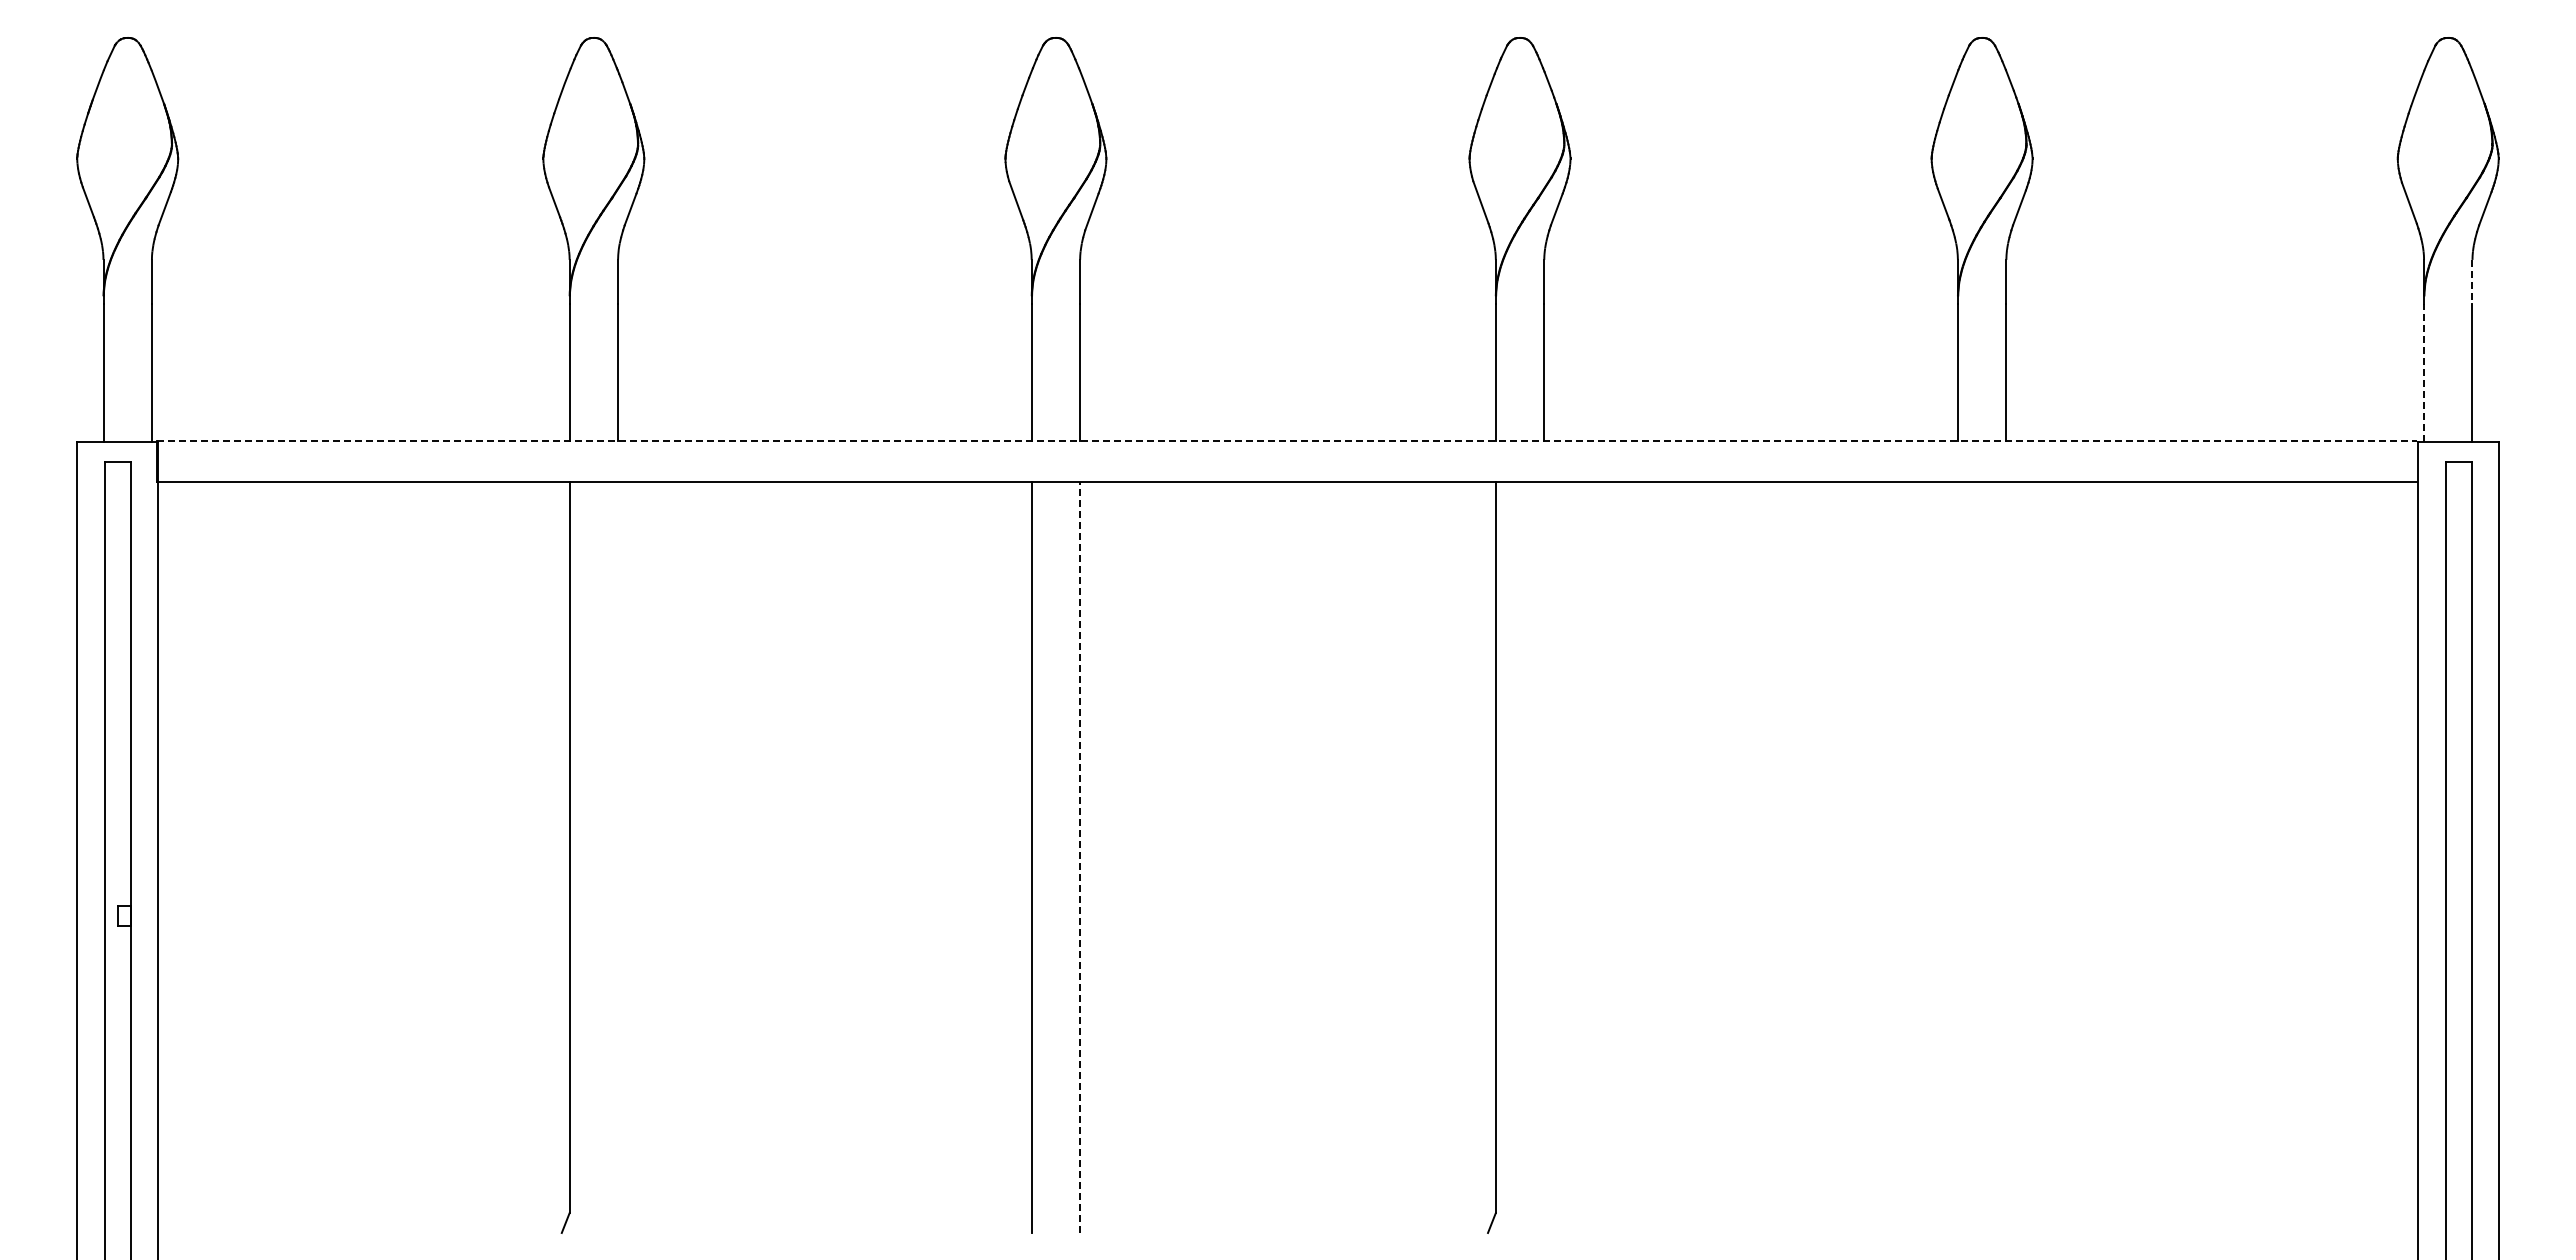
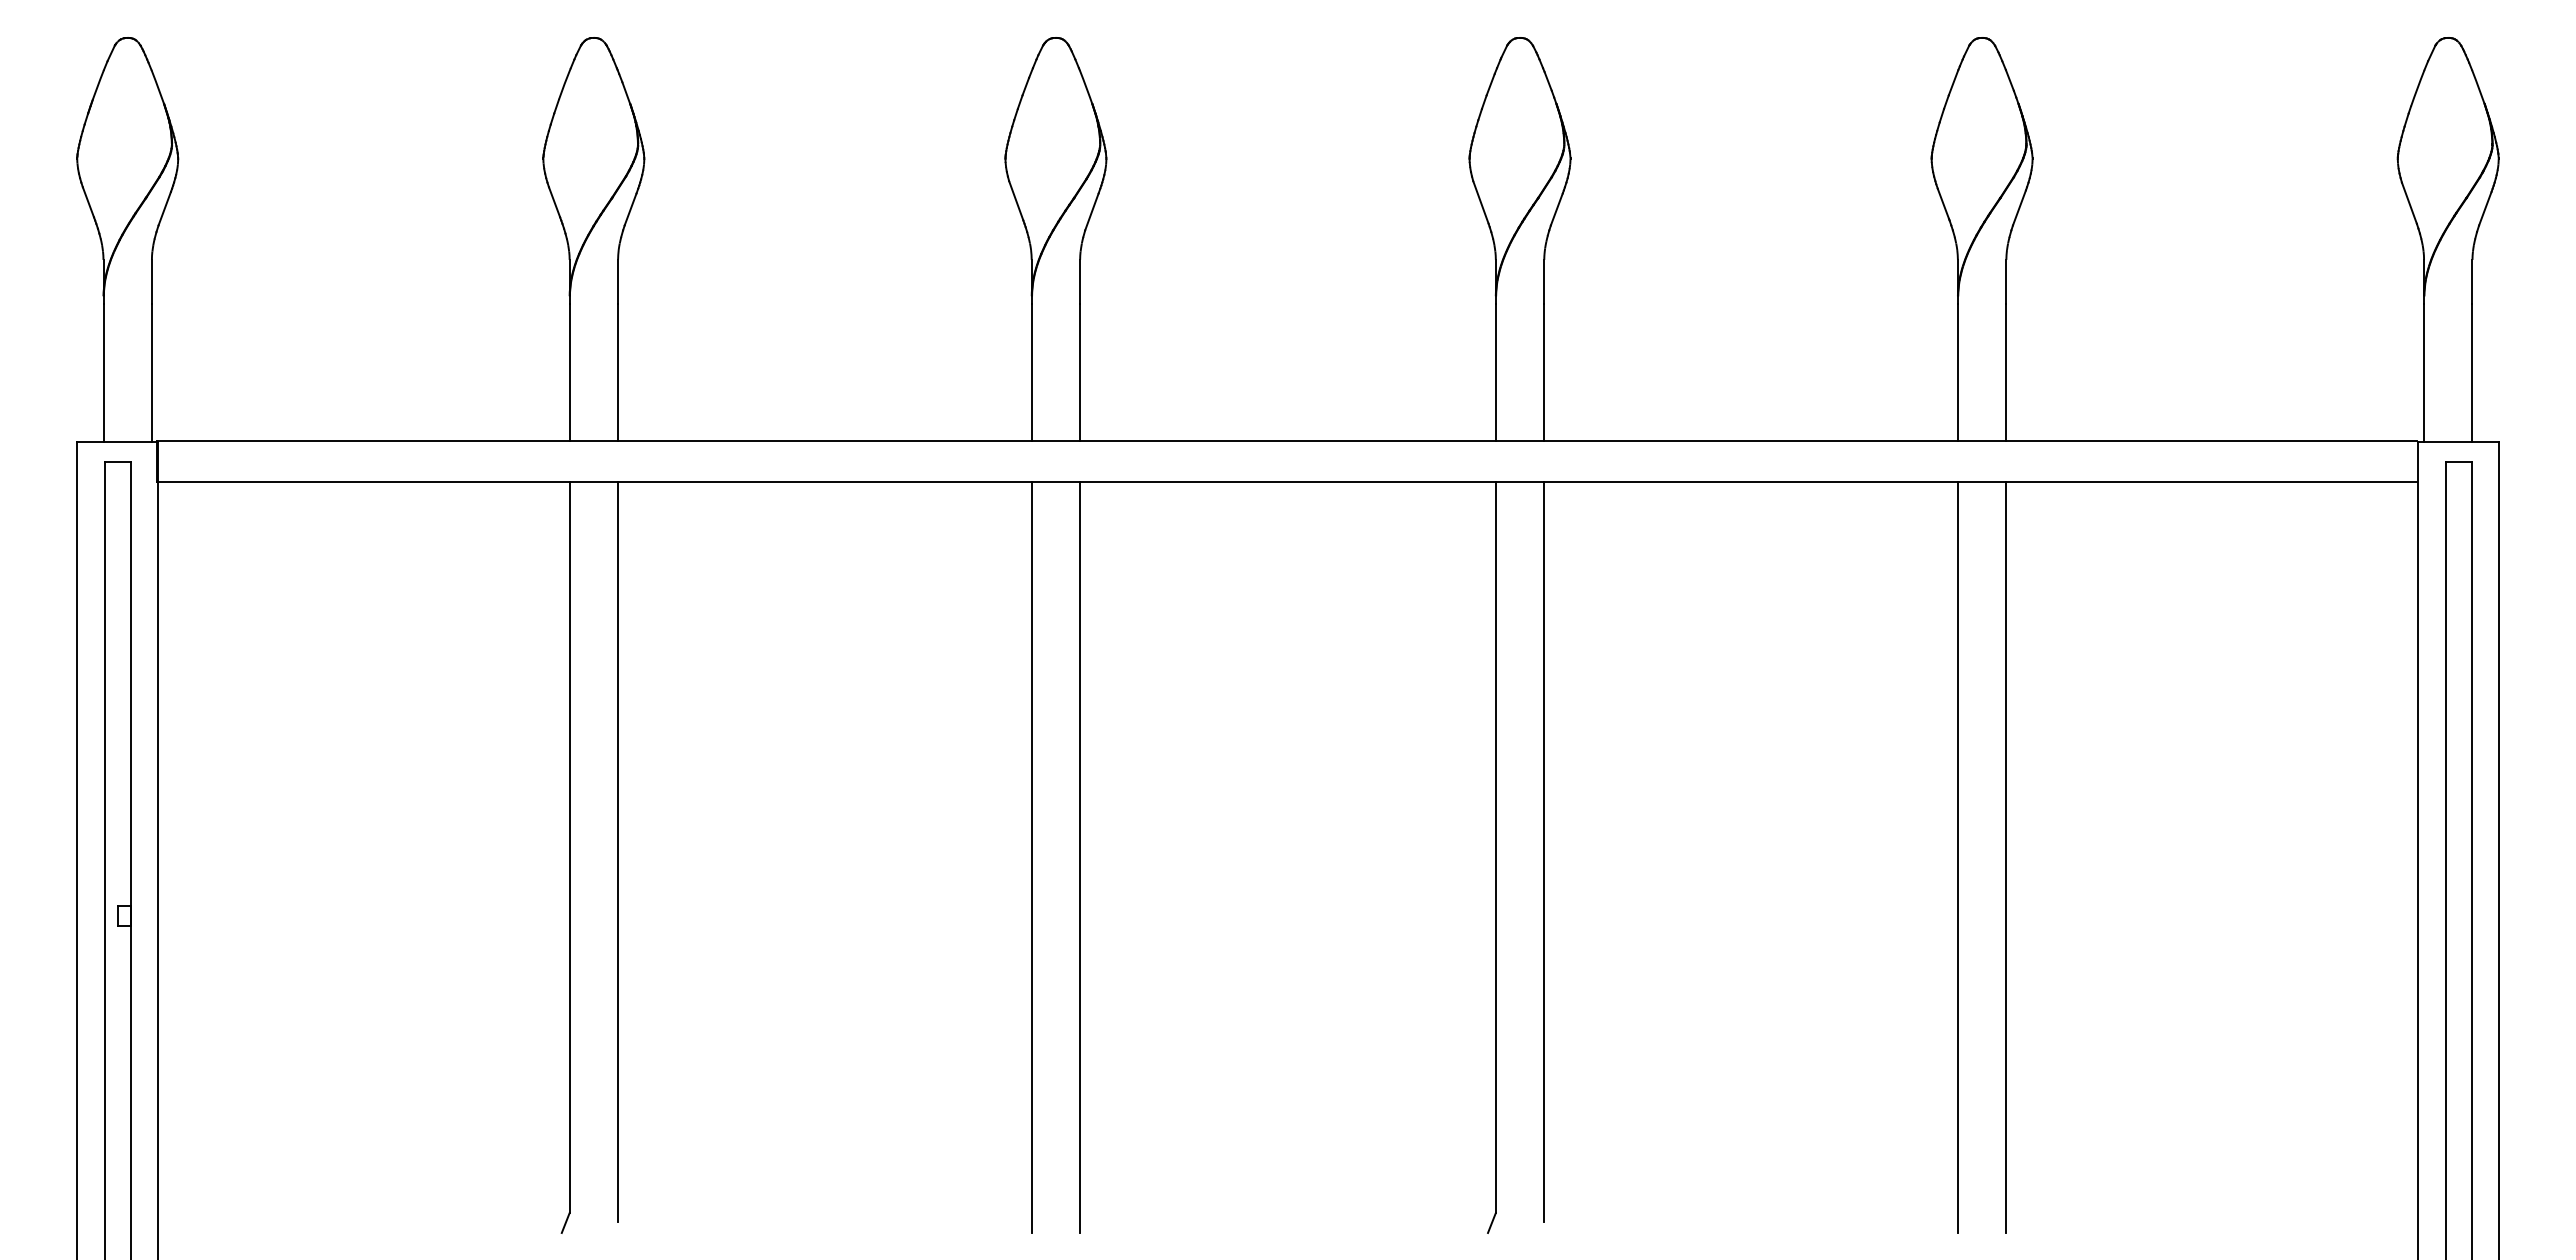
line at (2472, 282): dashed -> solid
line at (2424, 372): dashed -> solid
line at (1286, 441): dashed -> solid
line at (618, 851): none -> present
line at (1544, 851): none -> present
line at (1080, 857): dashed -> solid
line at (1957, 857): none -> present
line at (2006, 857): none -> present
